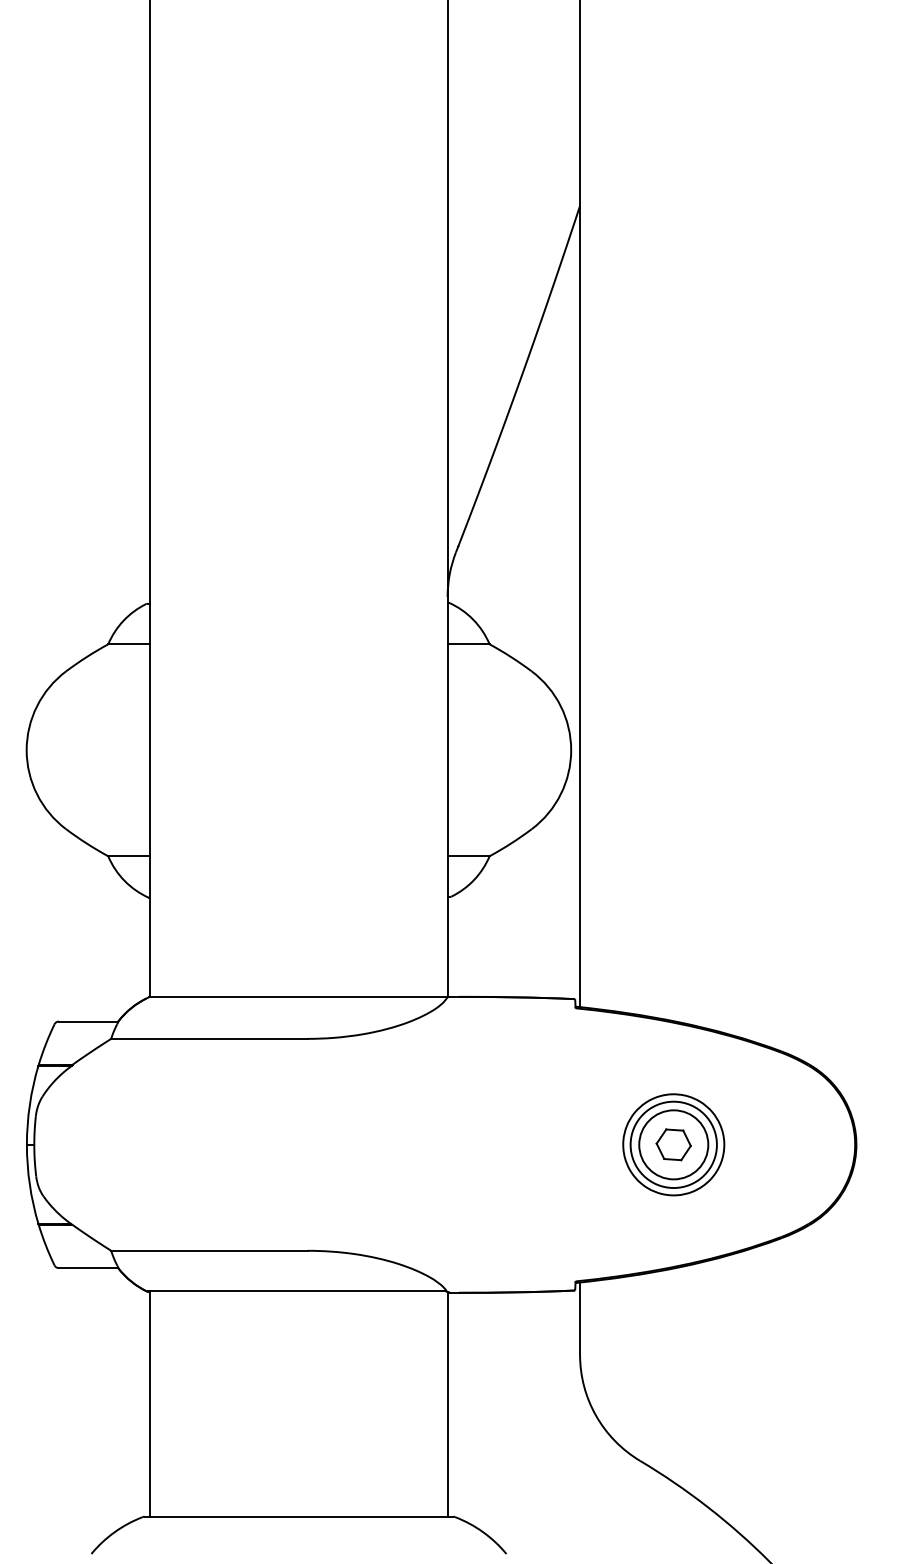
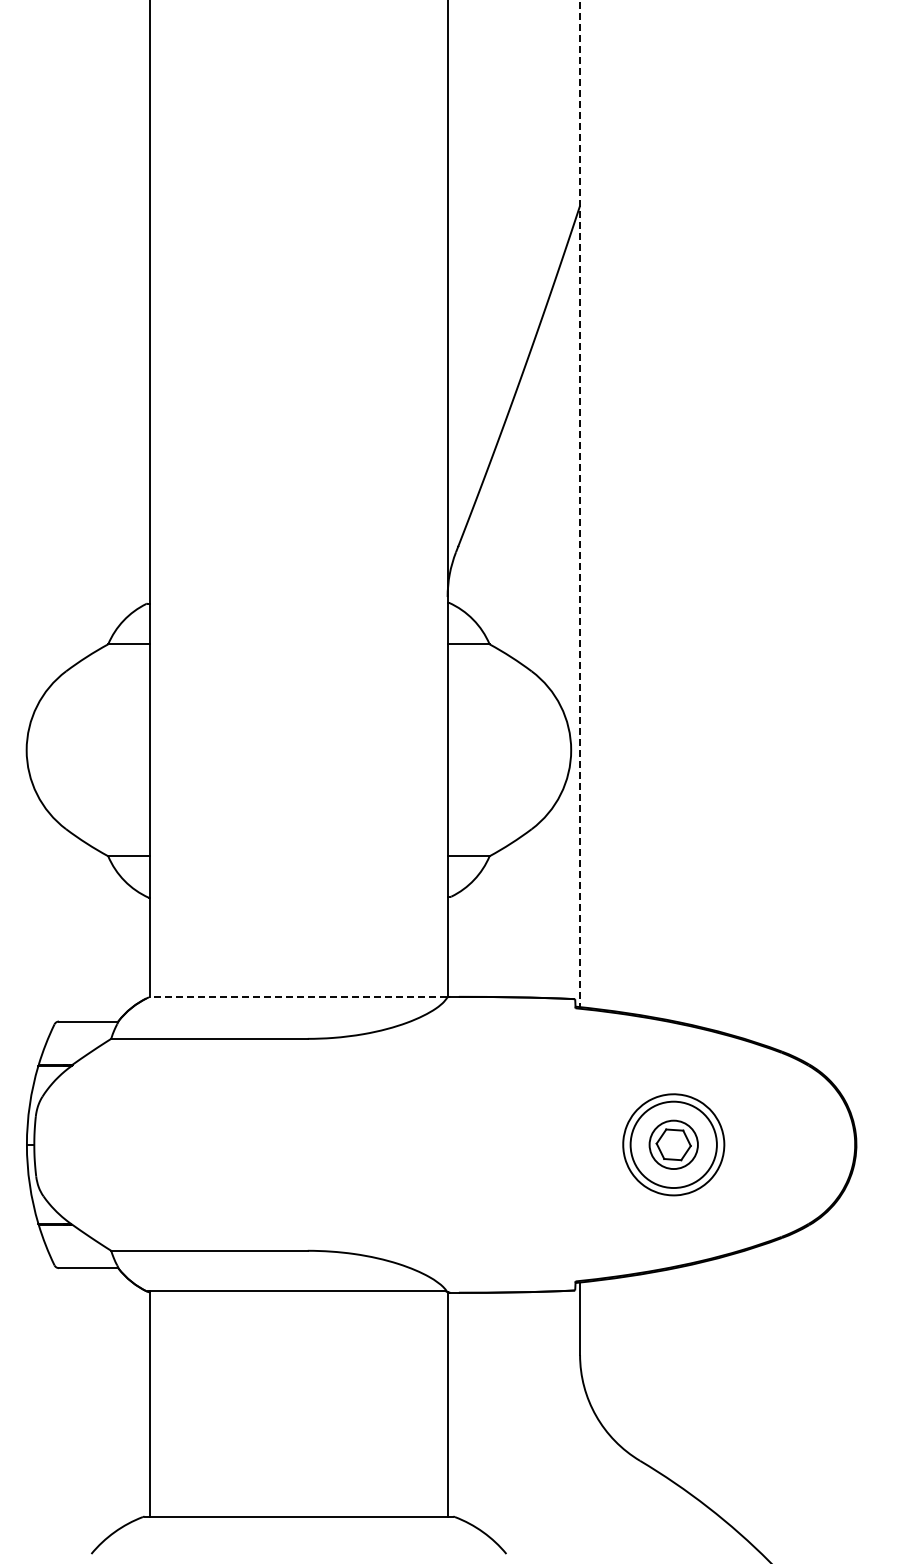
line at (580, 504): solid -> dashed
line at (297, 997): solid -> dashed
circle at (673, 1144) diameter: 69 px -> 48 px
